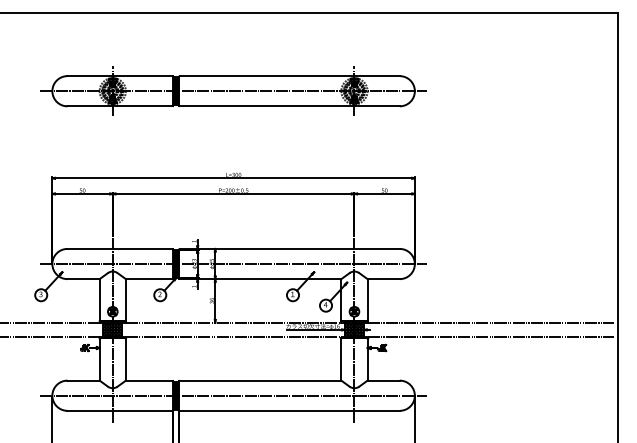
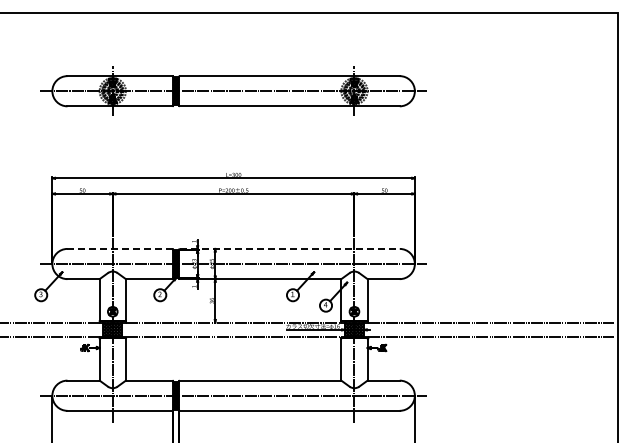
line at (120, 248): solid -> dashed
line at (289, 248): solid -> dashed
